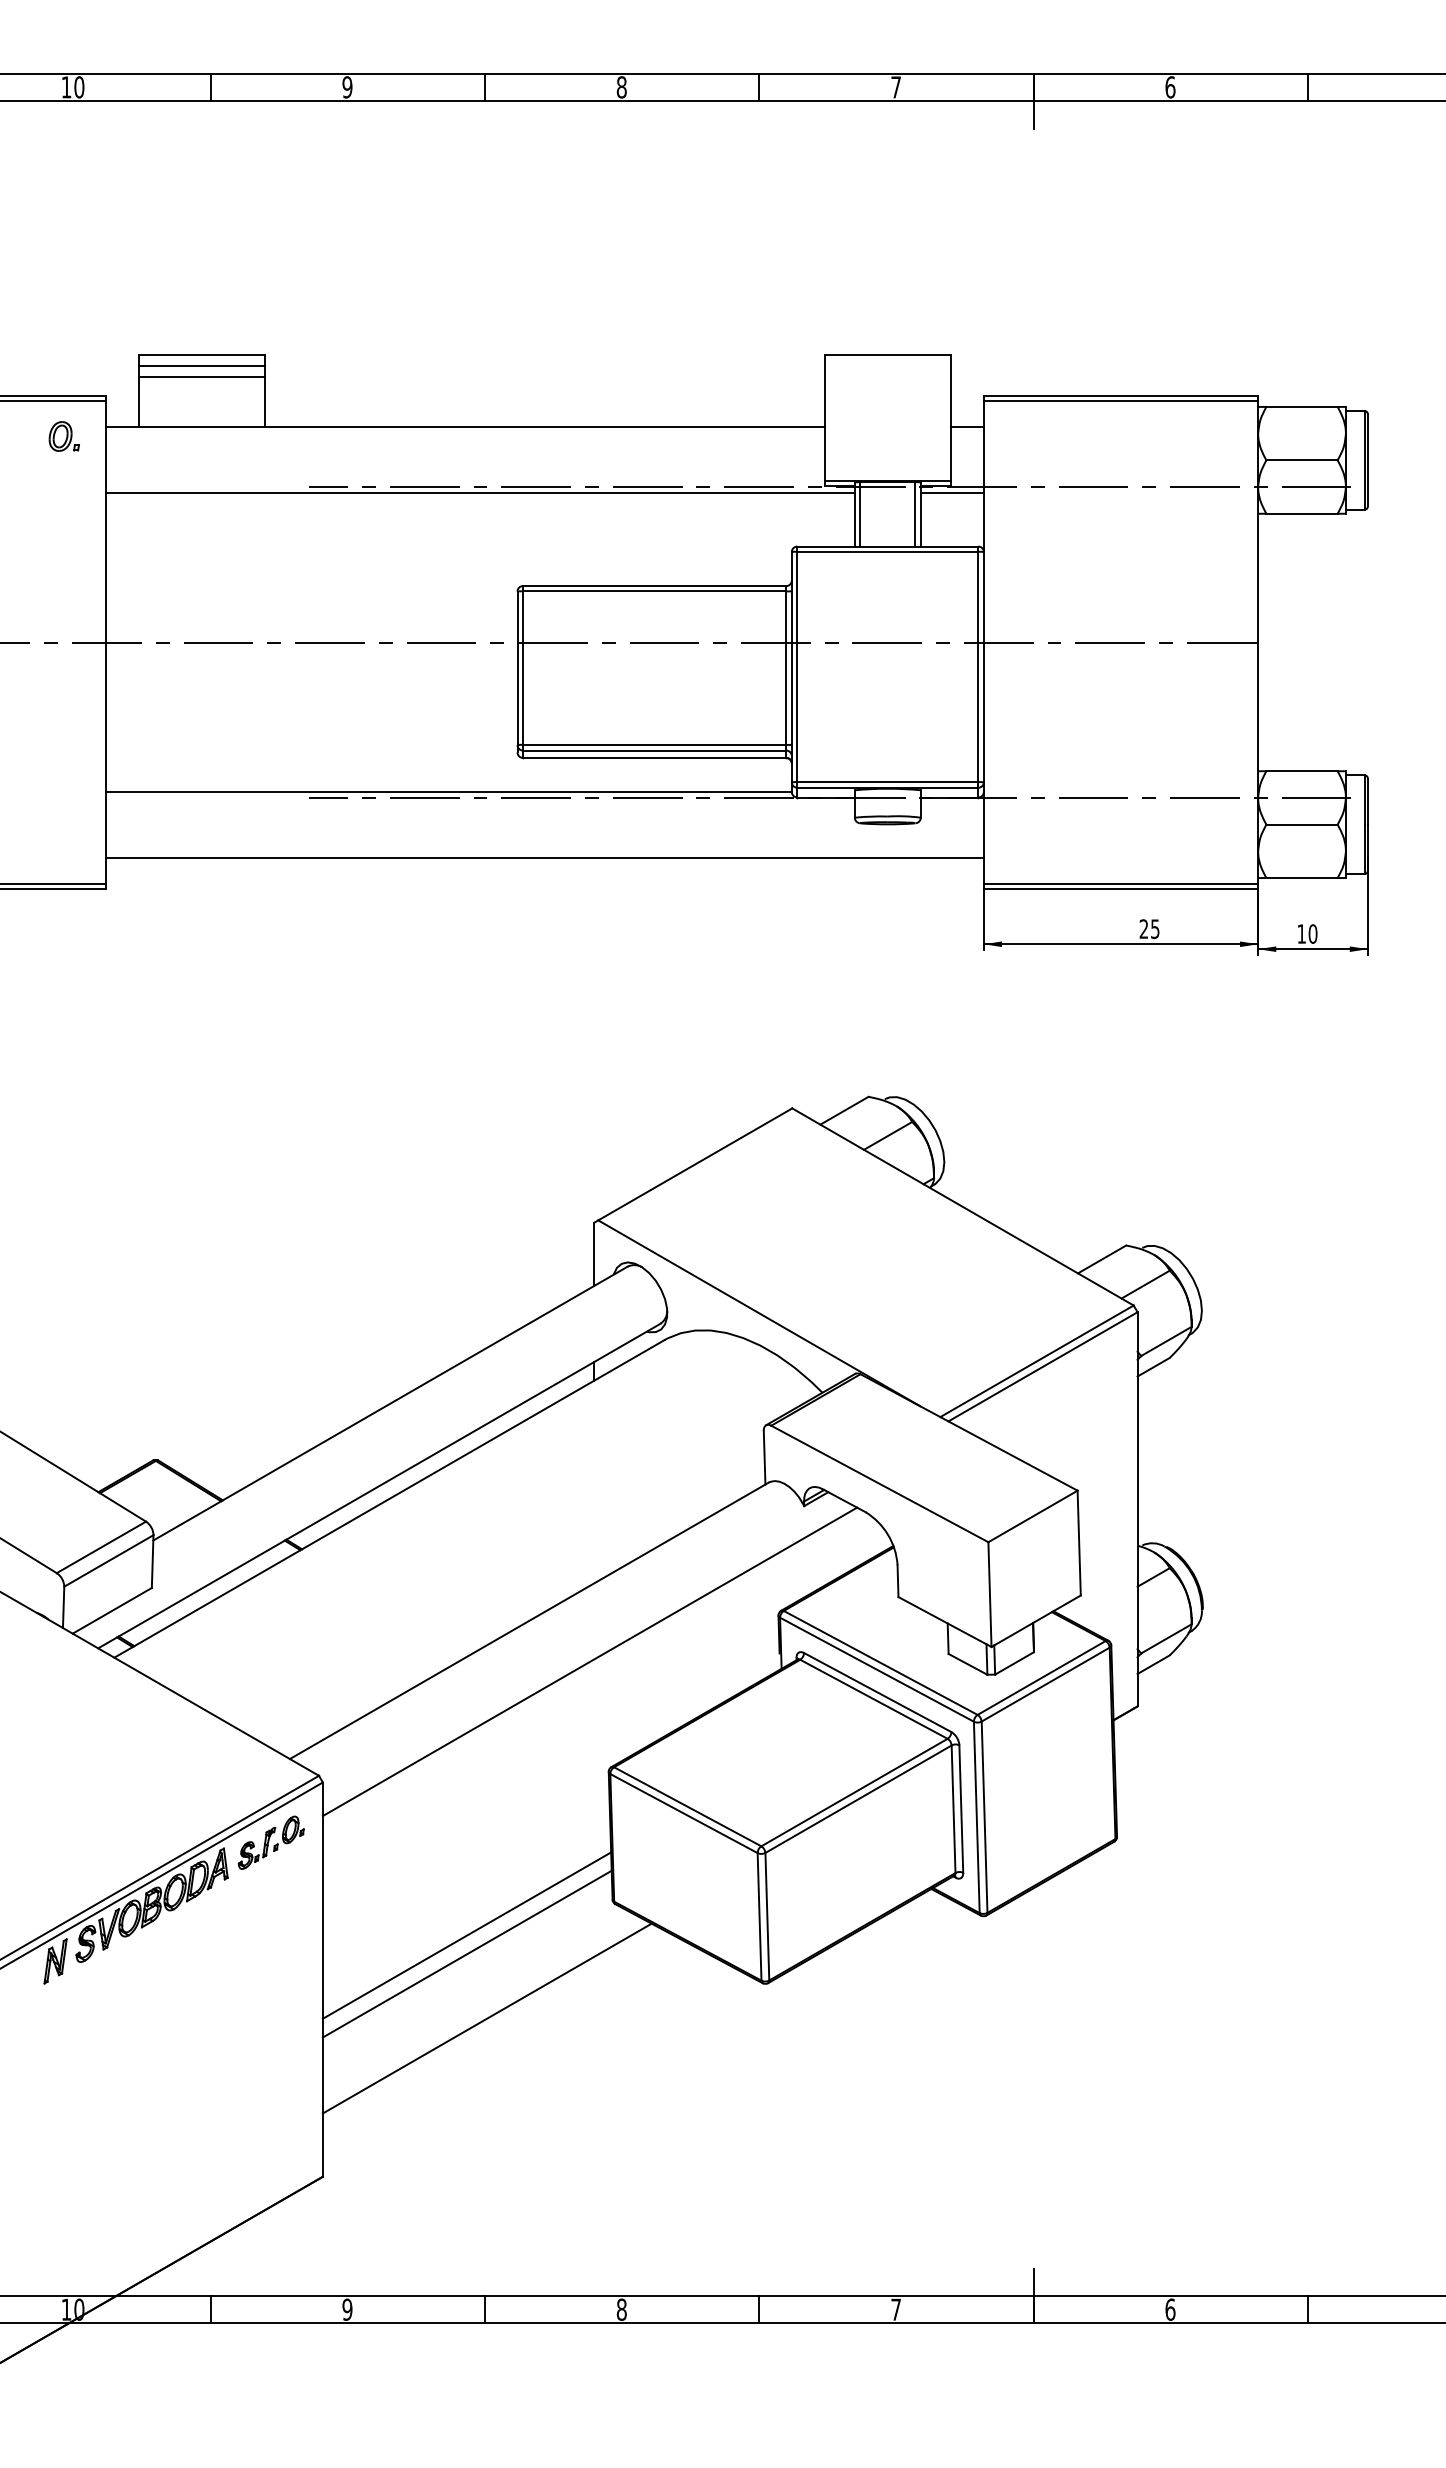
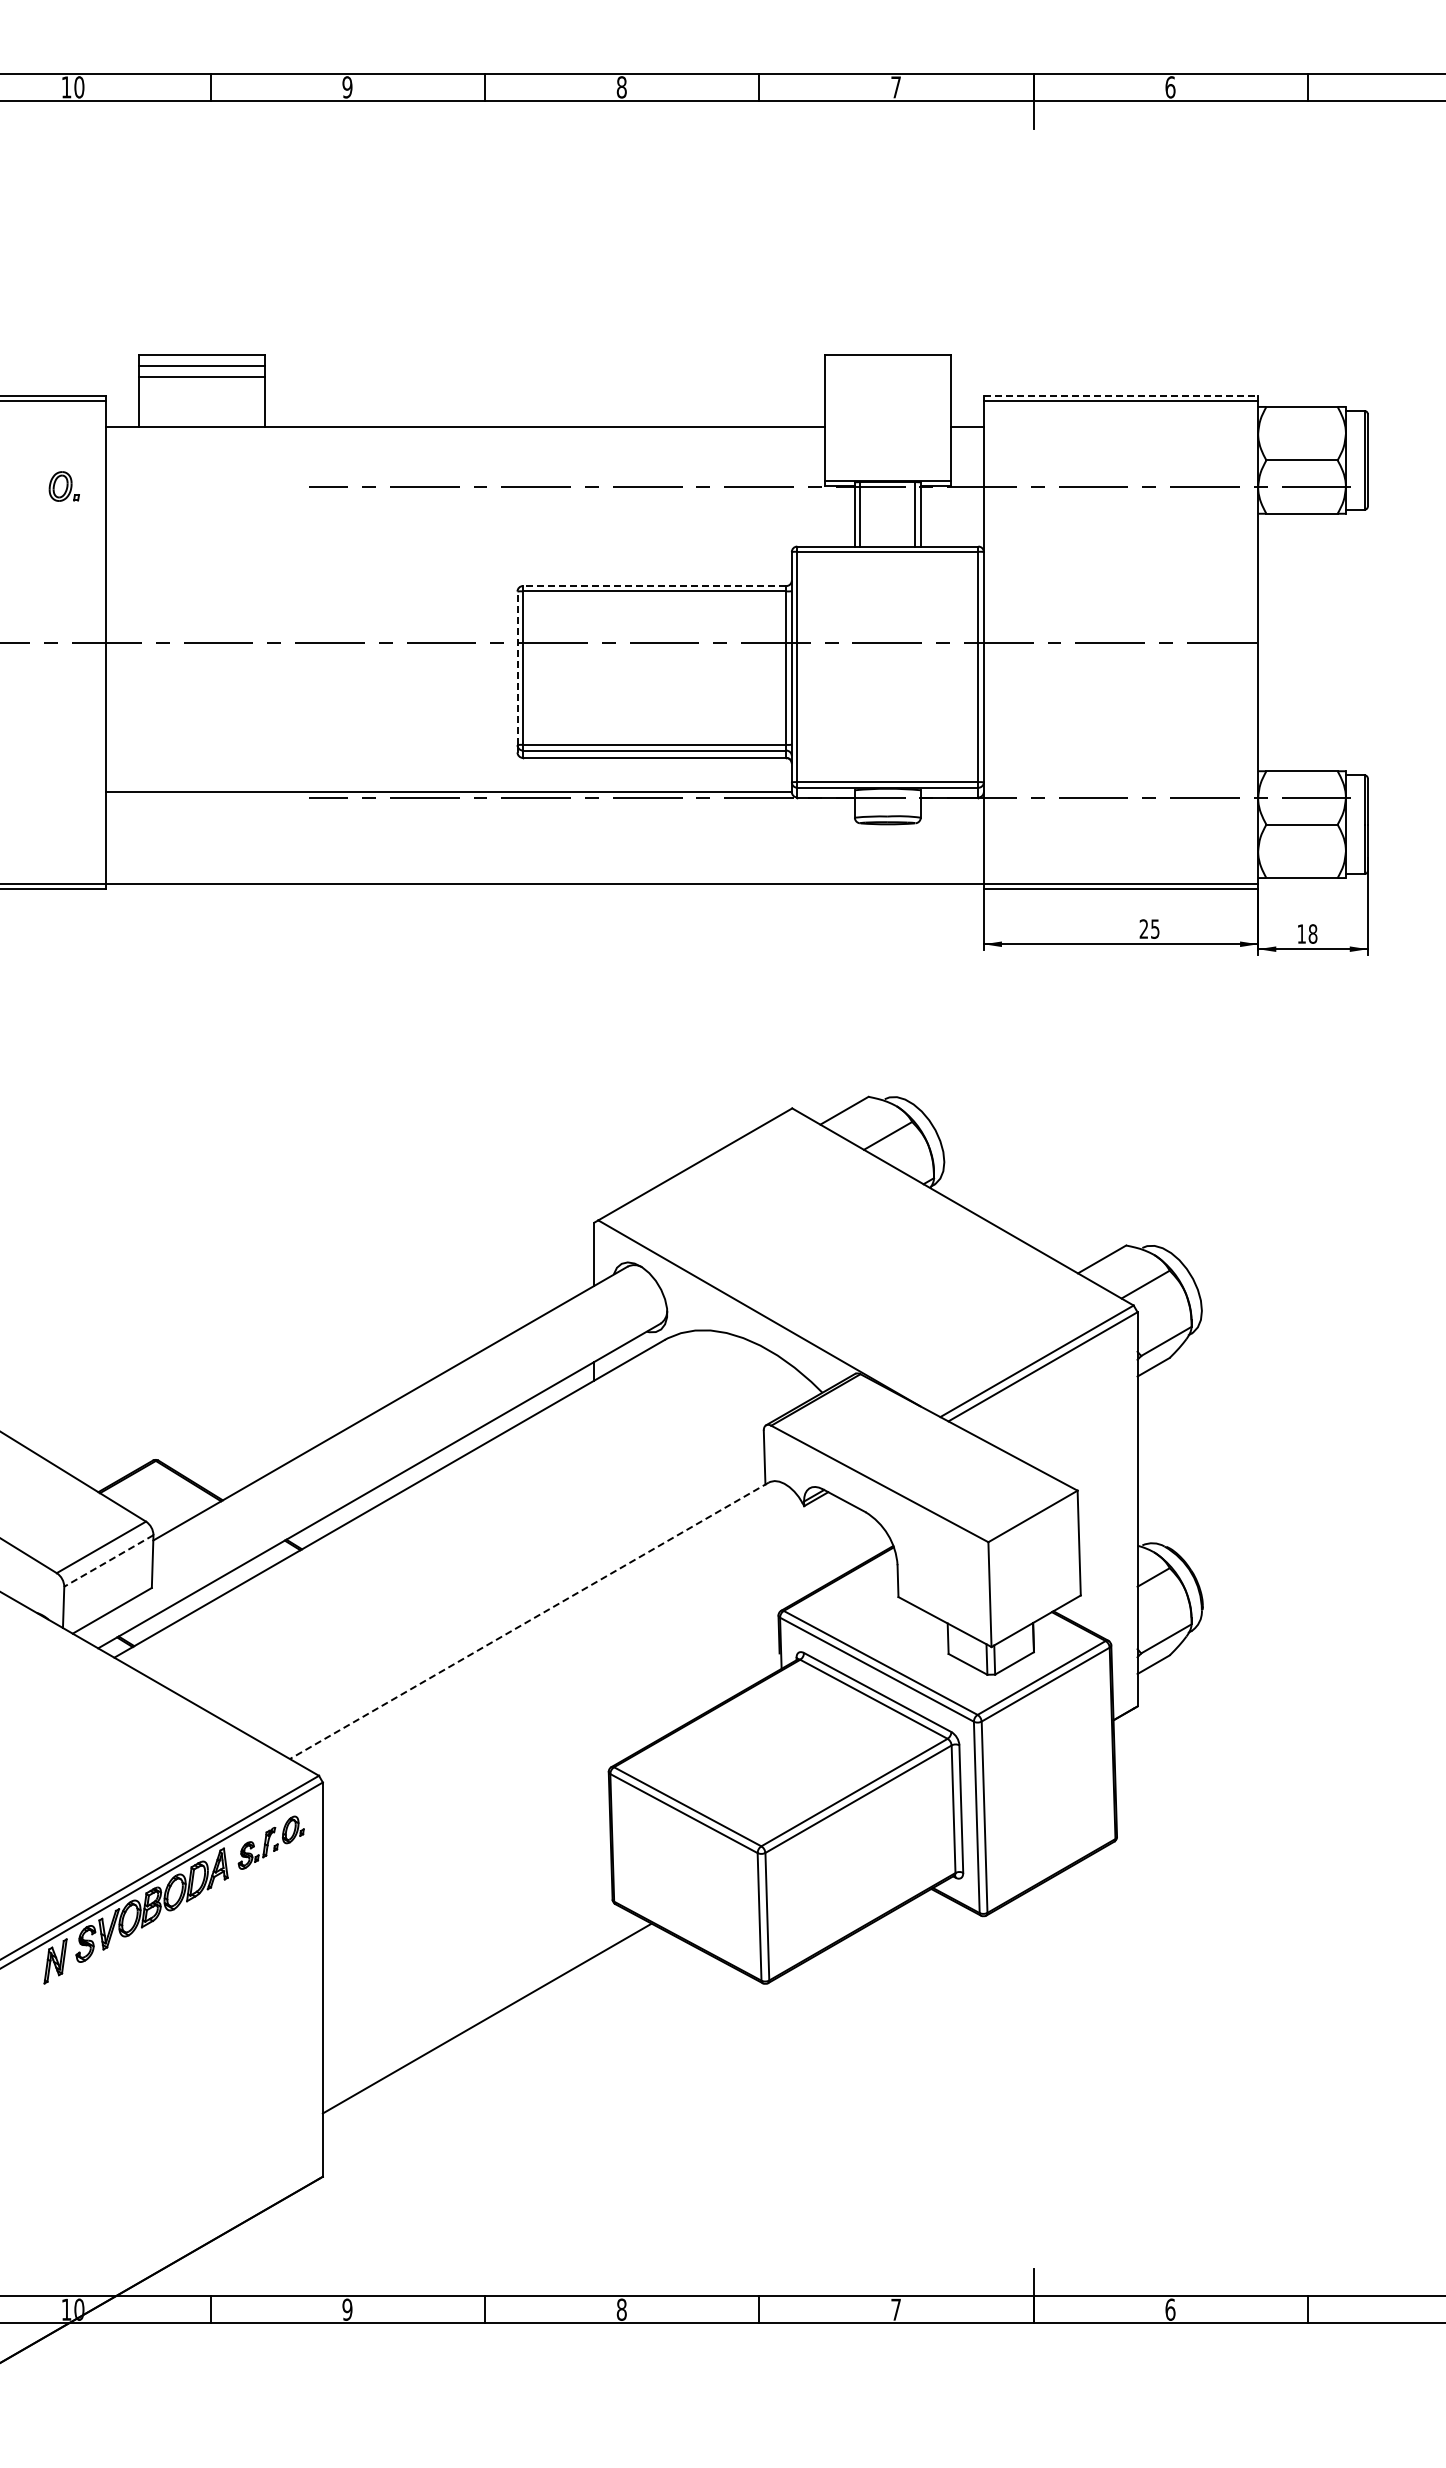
line at (1121, 395): solid -> dashed
part at (63, 436) position: (63, 436) -> (63, 486)
line at (480, 493): present -> none
line at (951, 493): present -> none
line at (654, 586): solid -> dashed
line at (517, 668): solid -> dashed
line at (544, 857) position: (544, 857) -> (544, 883)
text at (1312, 933): 10 -> 18
line at (108, 1560): solid -> dashed
line at (528, 1621): solid -> dashed
line at (589, 1661): present -> none
line at (466, 1935): present -> none
line at (466, 1953): present -> none
